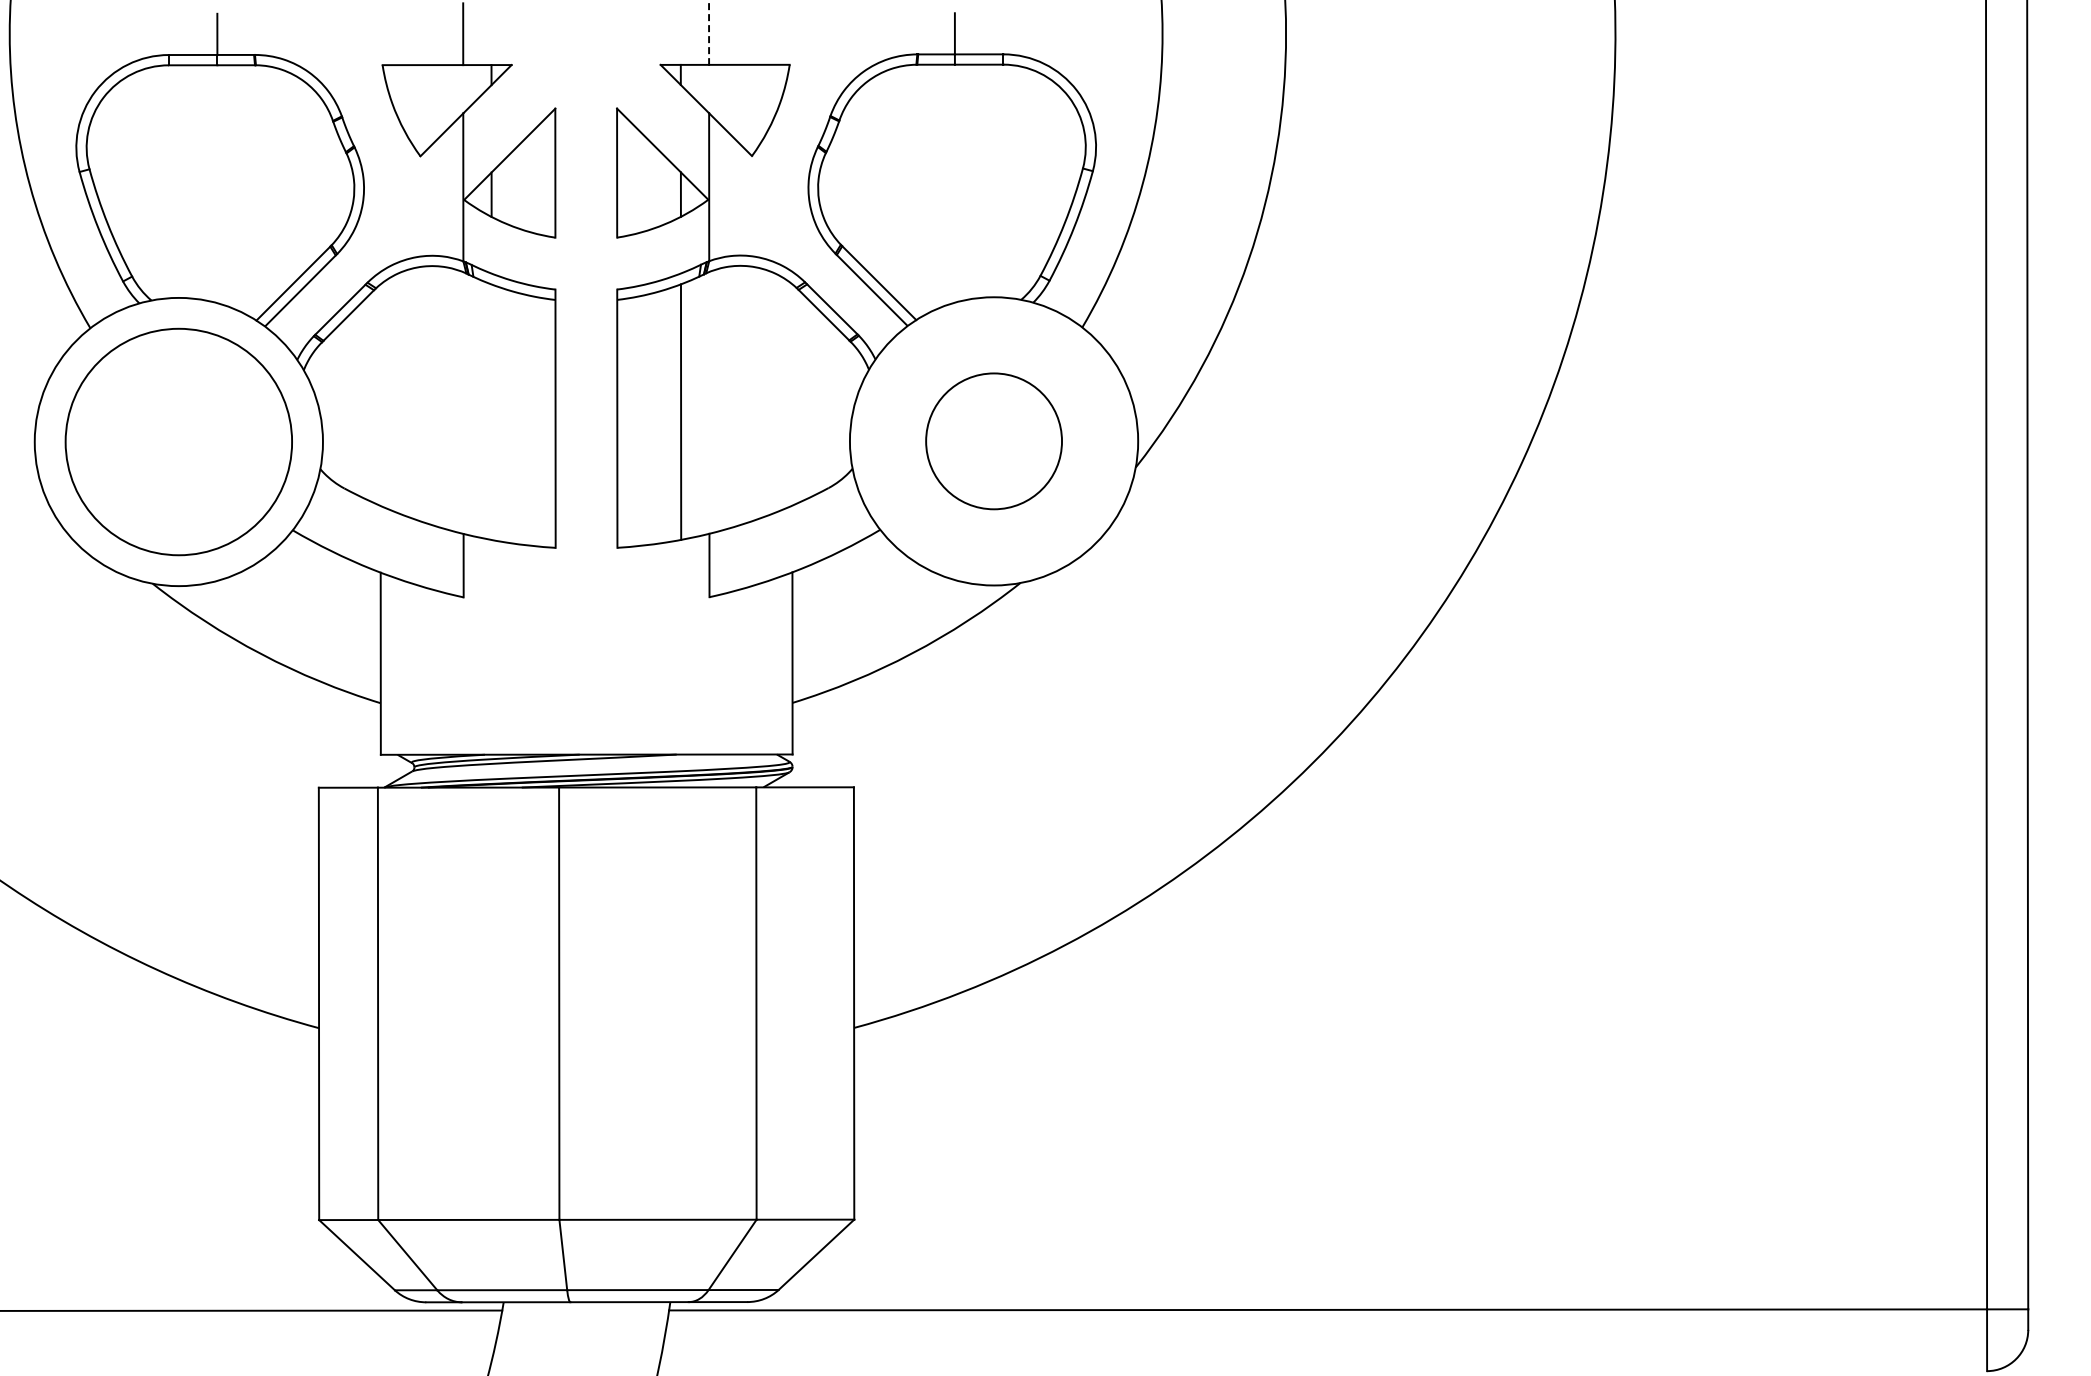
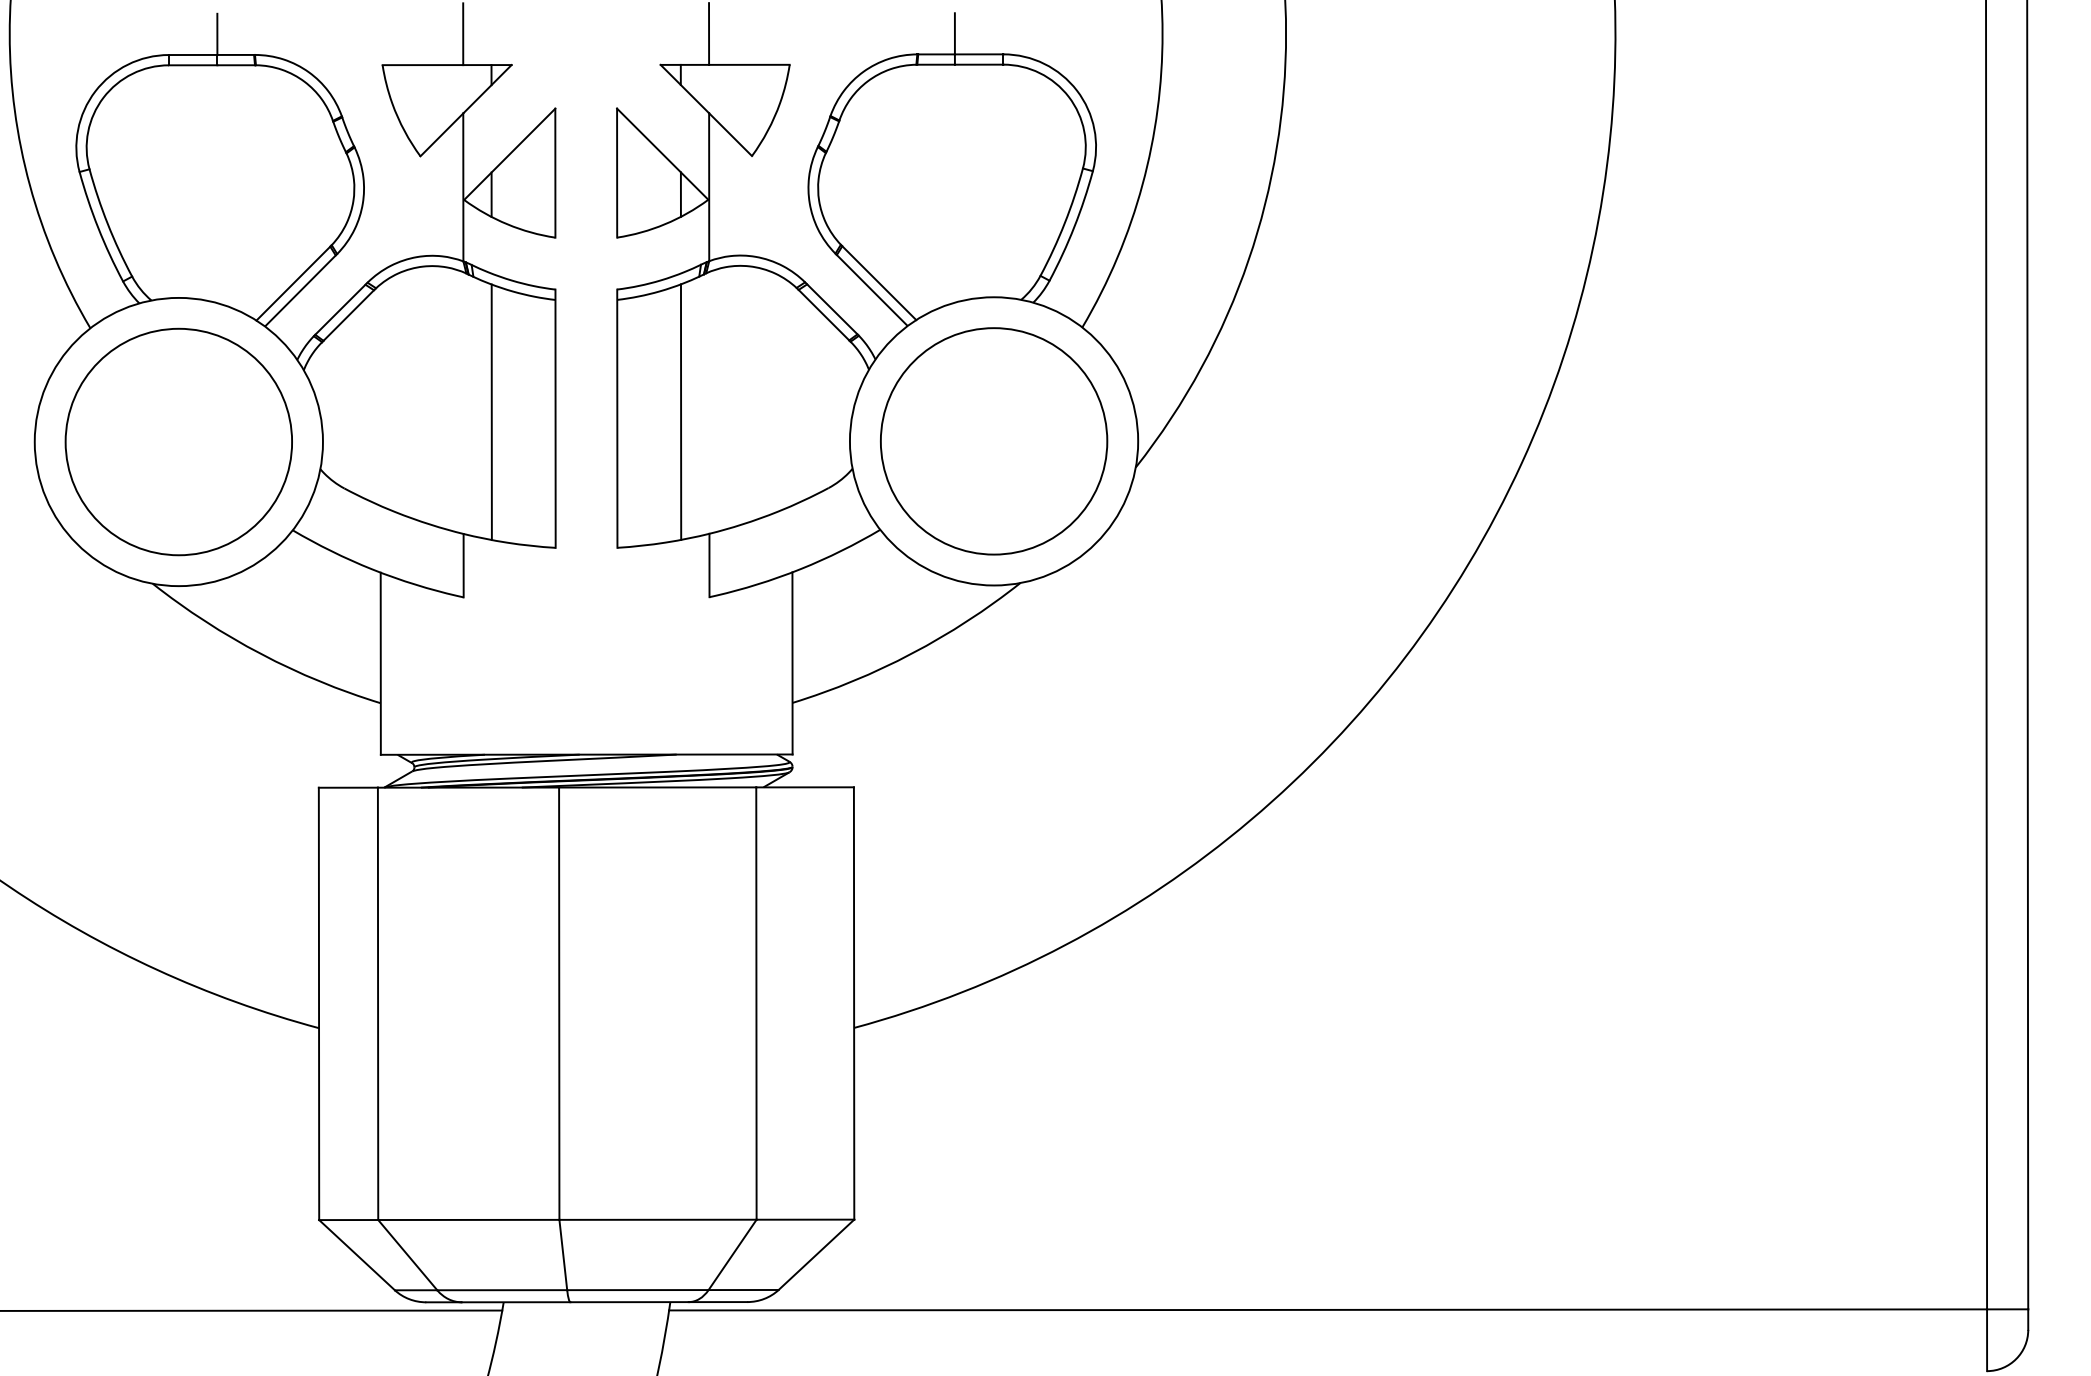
line at (709, 34): dashed -> solid
line at (491, 412): none -> present
circle at (994, 441) diameter: 136 px -> 226 px
